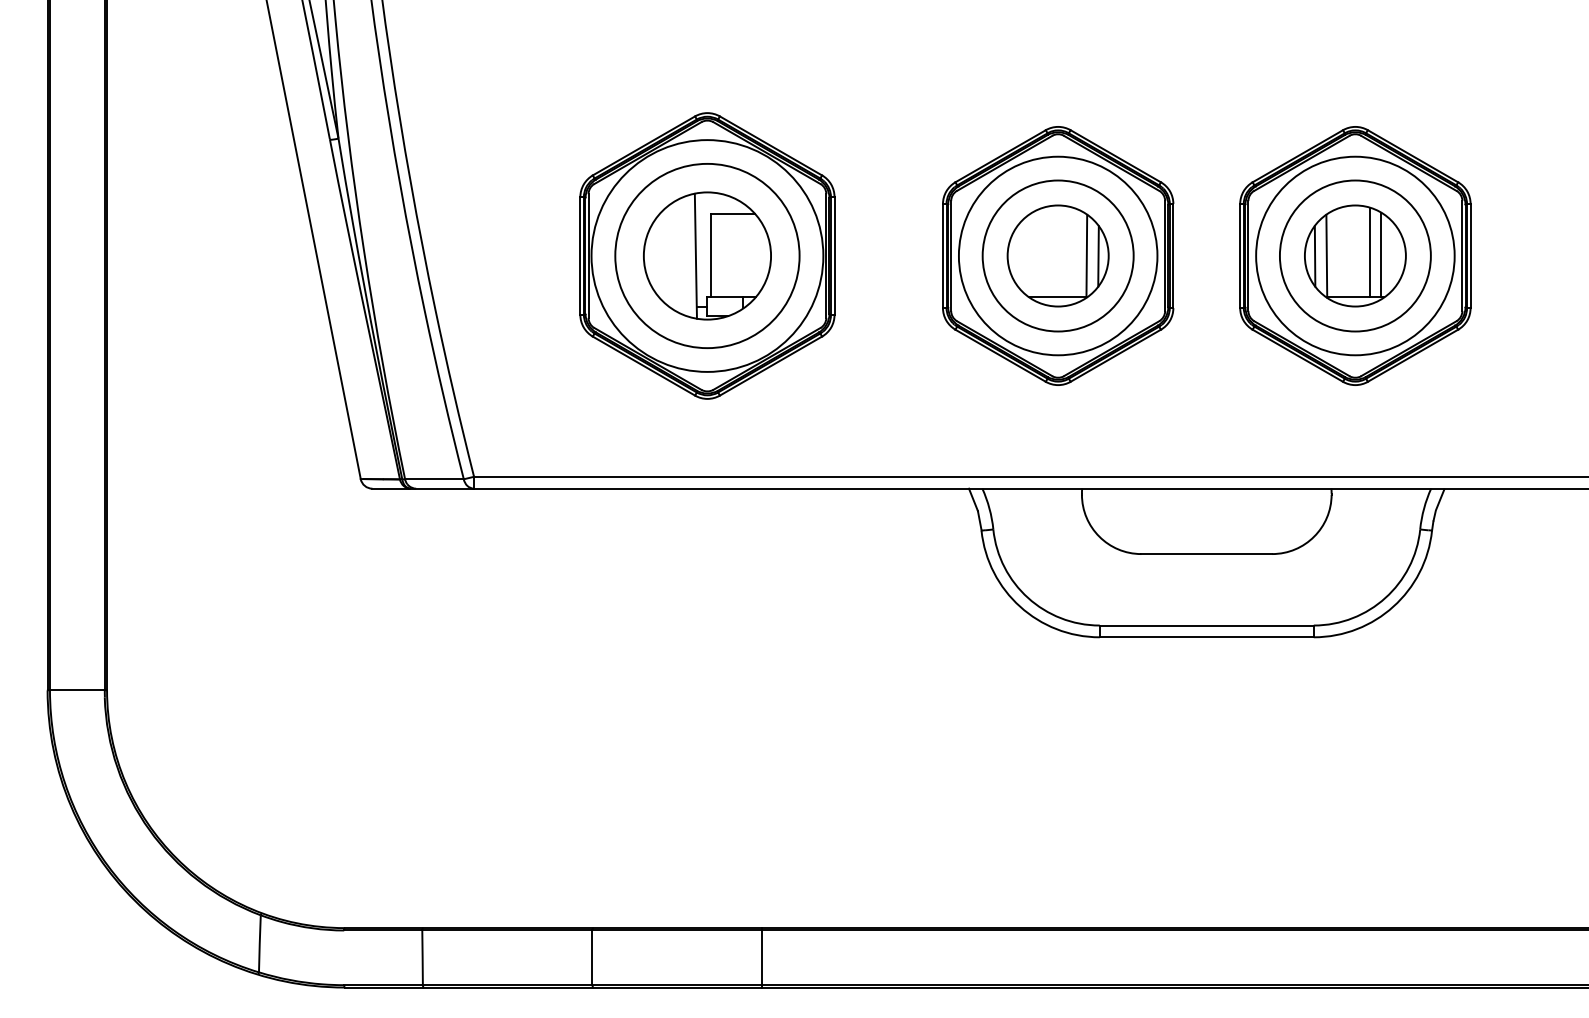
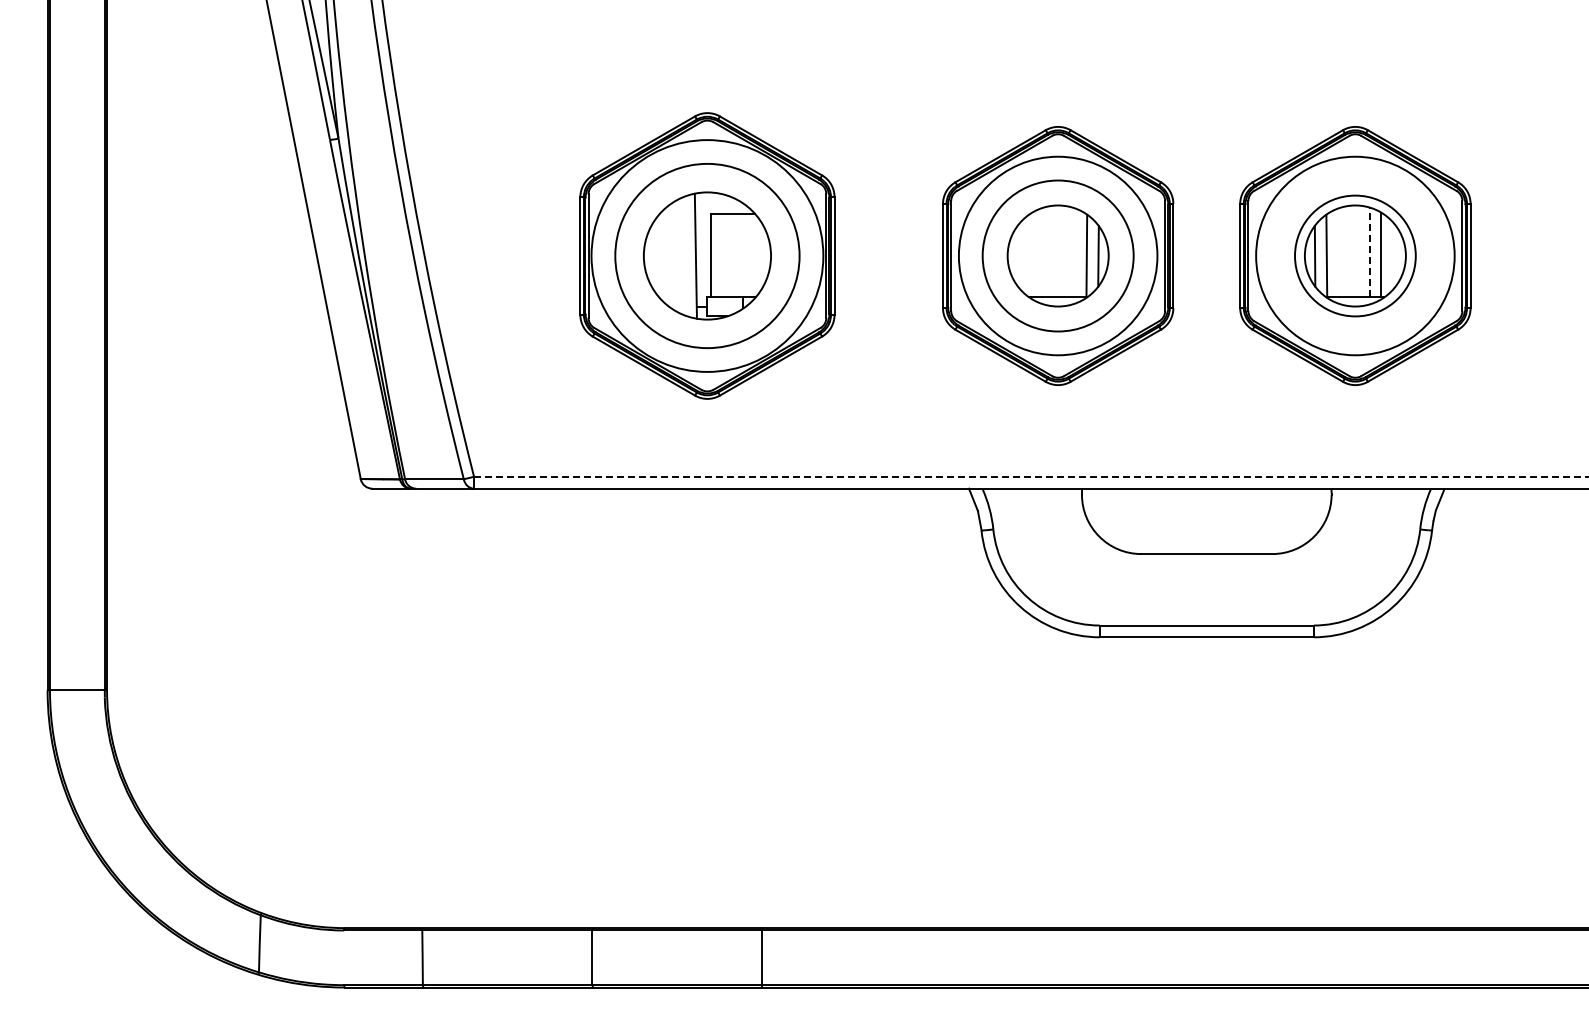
line at (1370, 252): solid -> dashed
circle at (1354, 255) diameter: 151 px -> 121 px
line at (1031, 476): solid -> dashed
